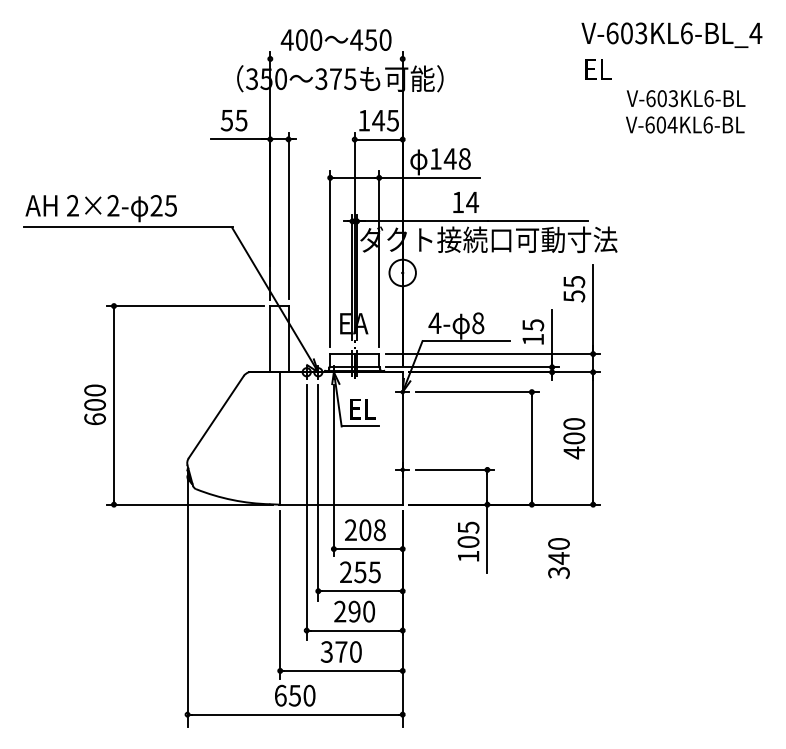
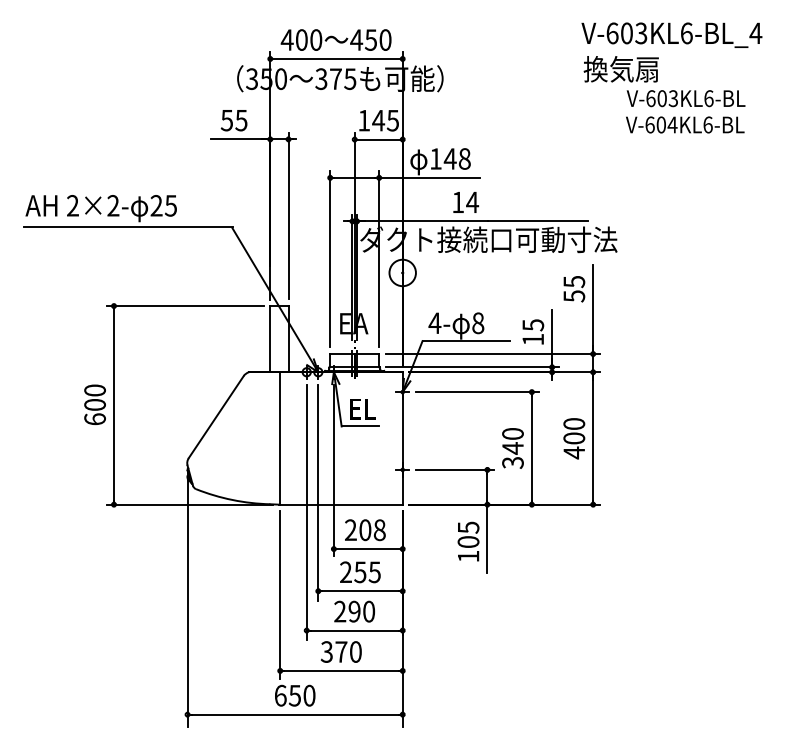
line at (336, 58): none -> present
text at (620, 69): EL -> 換気扇
text at (558, 558) position: (558, 558) -> (512, 448)
